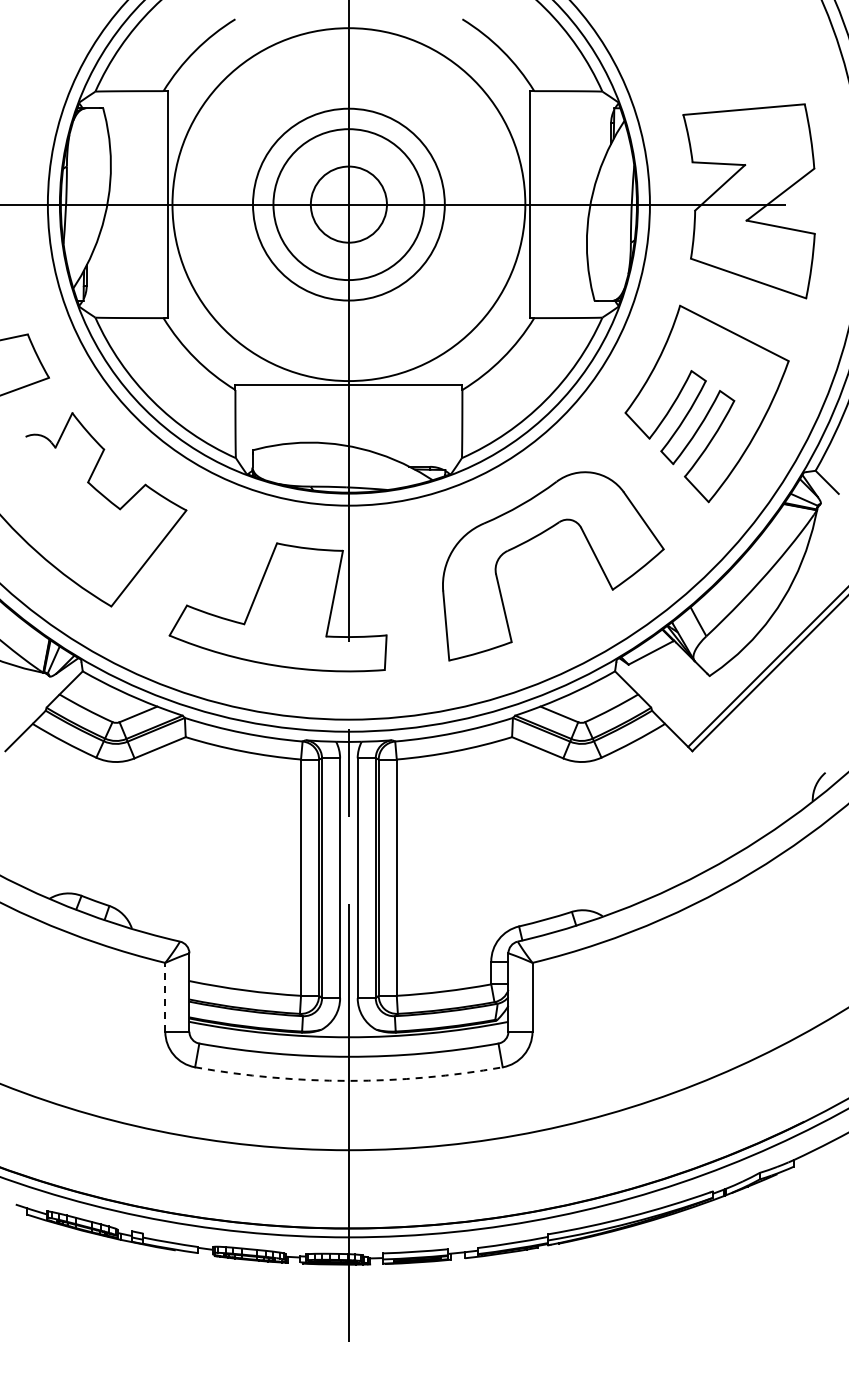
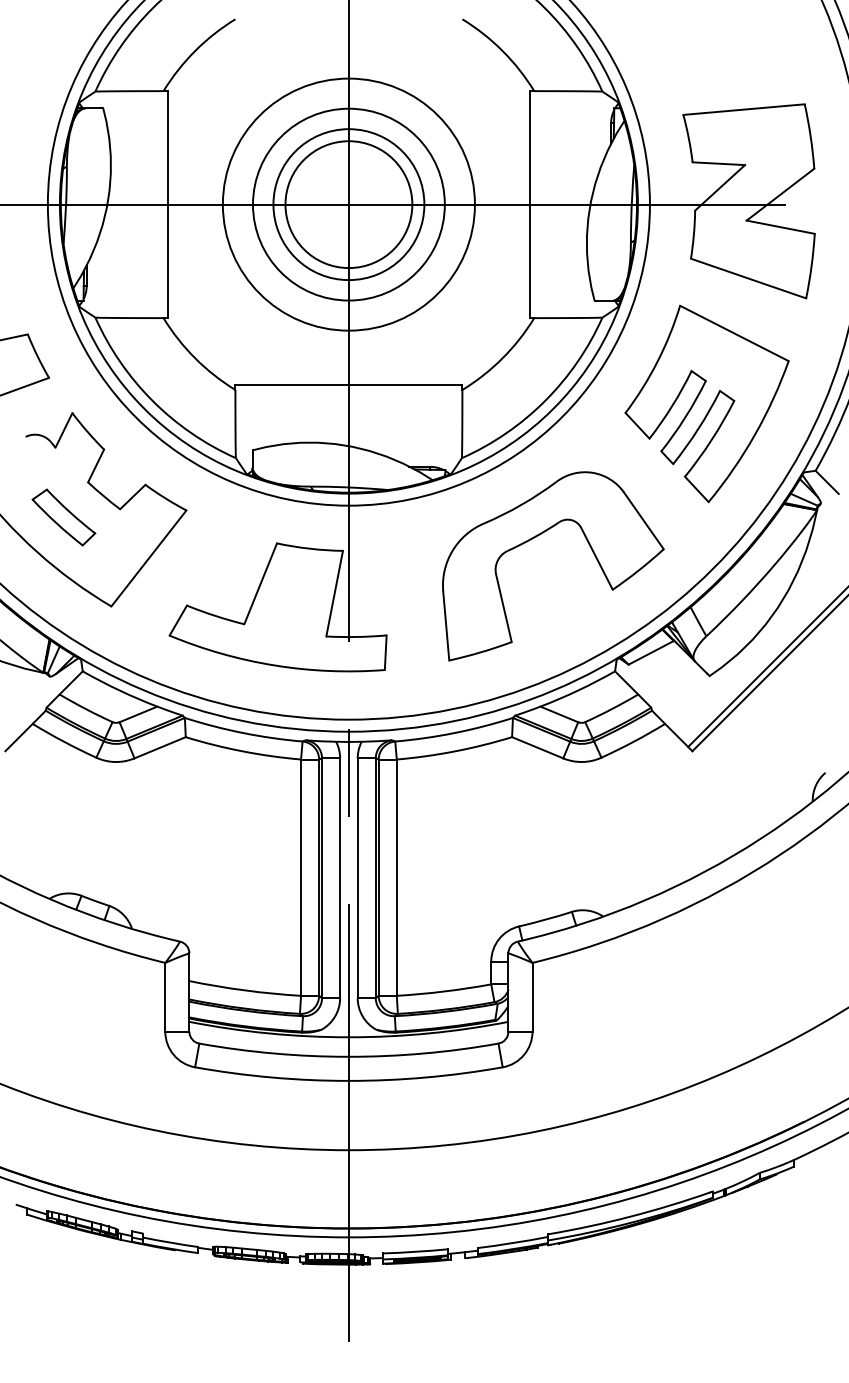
circle at (348, 204) diameter: 353 px -> 252 px
circle at (348, 204) diameter: 76 px -> 127 px
part at (63, 517): none -> present
line at (165, 996): dashed -> solid
arc at (348, 1080): dashed -> solid
